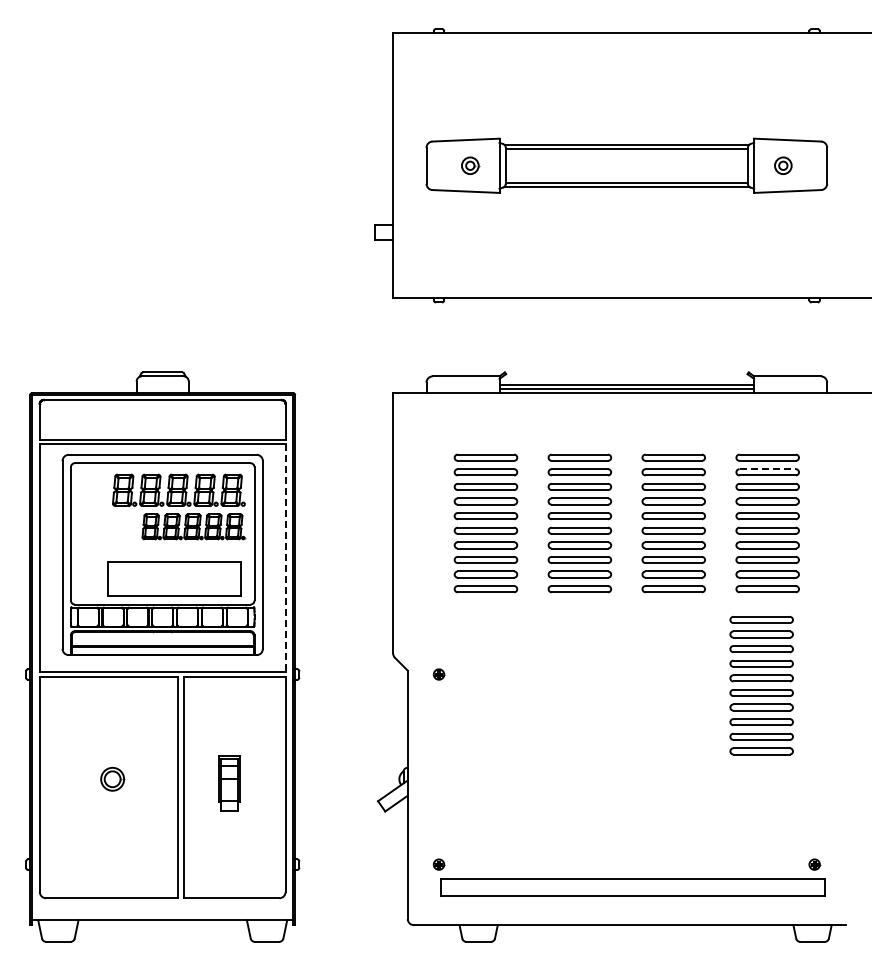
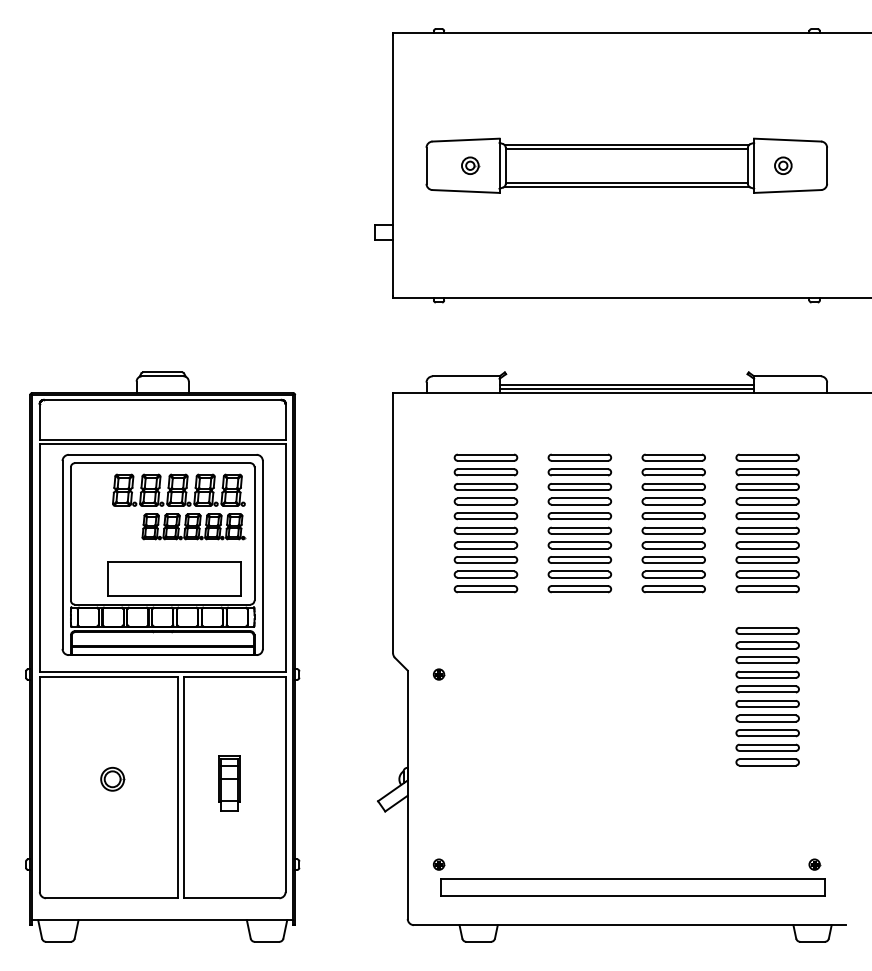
line at (768, 469): dashed -> solid
line at (285, 558): dashed -> solid
part at (761, 685) position: (761, 685) -> (767, 696)
